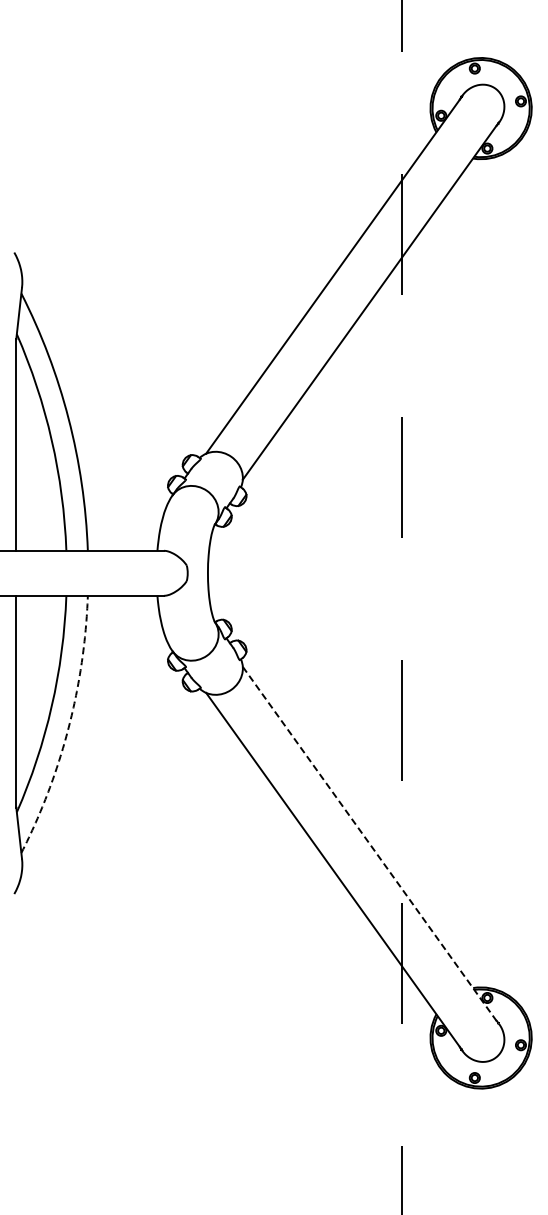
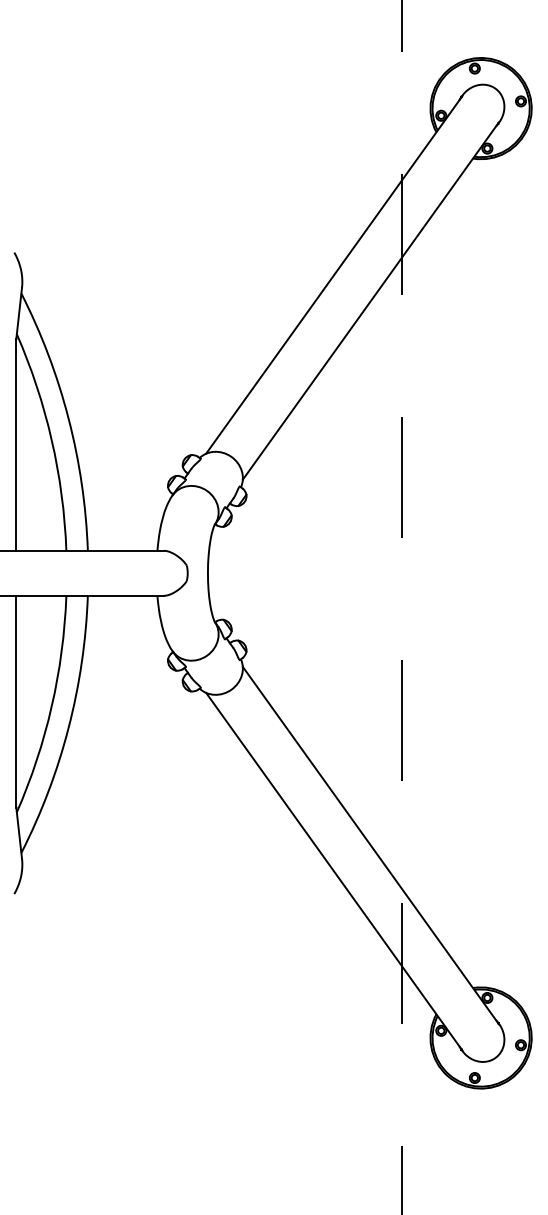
arc at (68, 728): dashed -> solid
line at (371, 846): dashed -> solid
